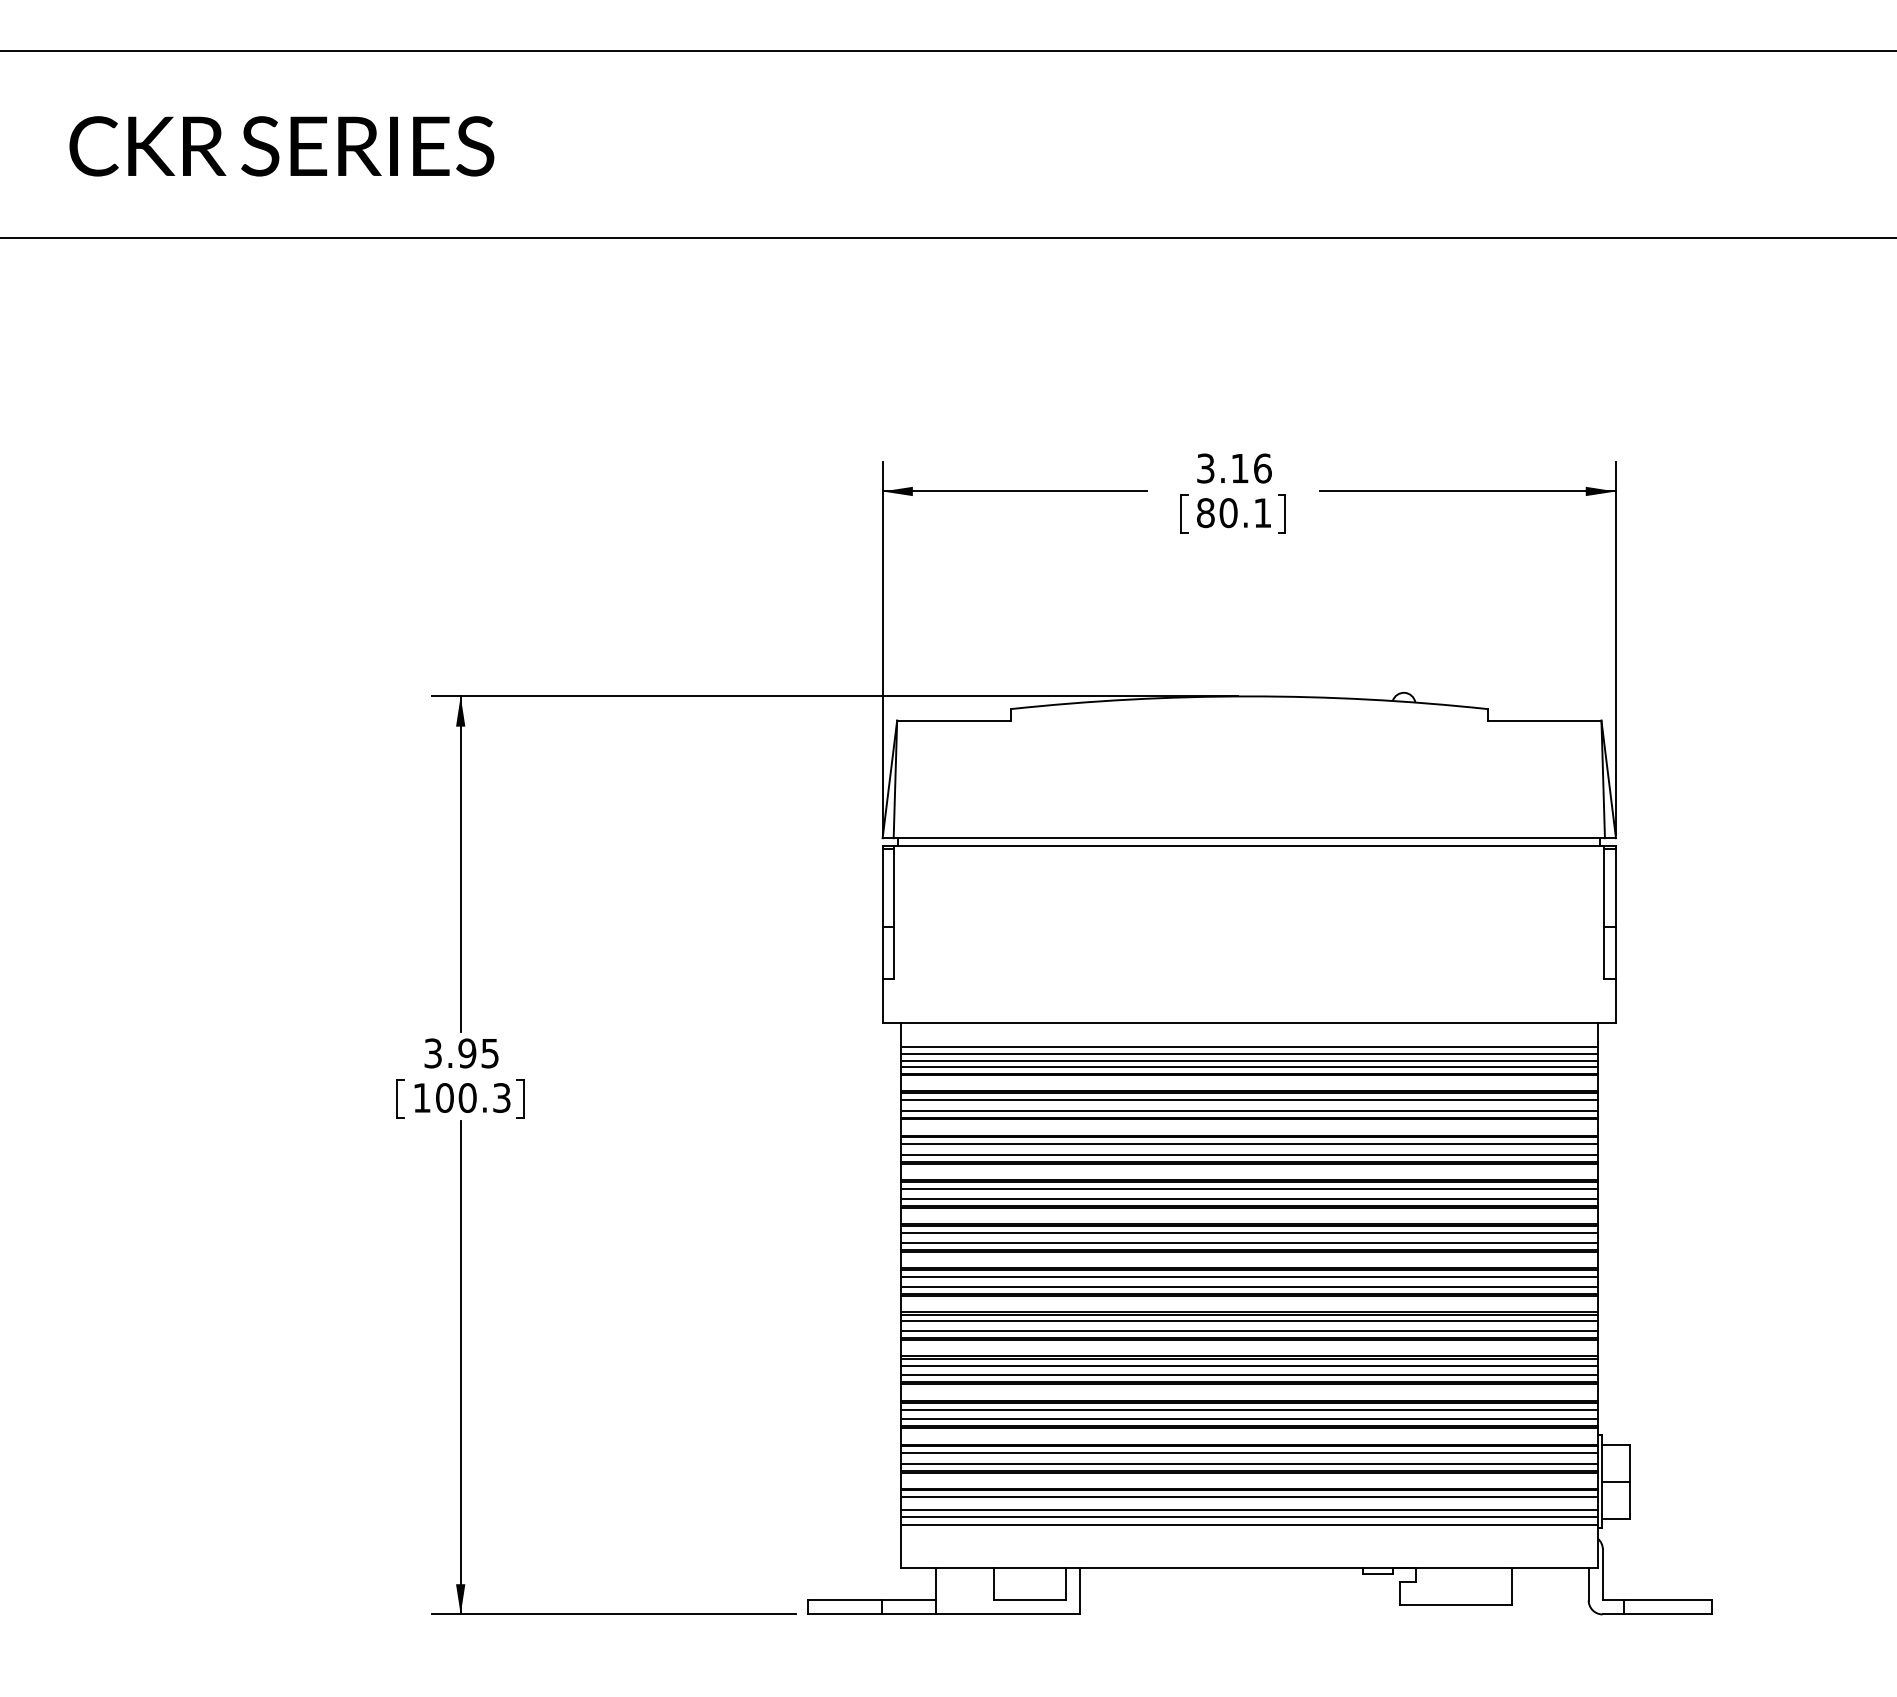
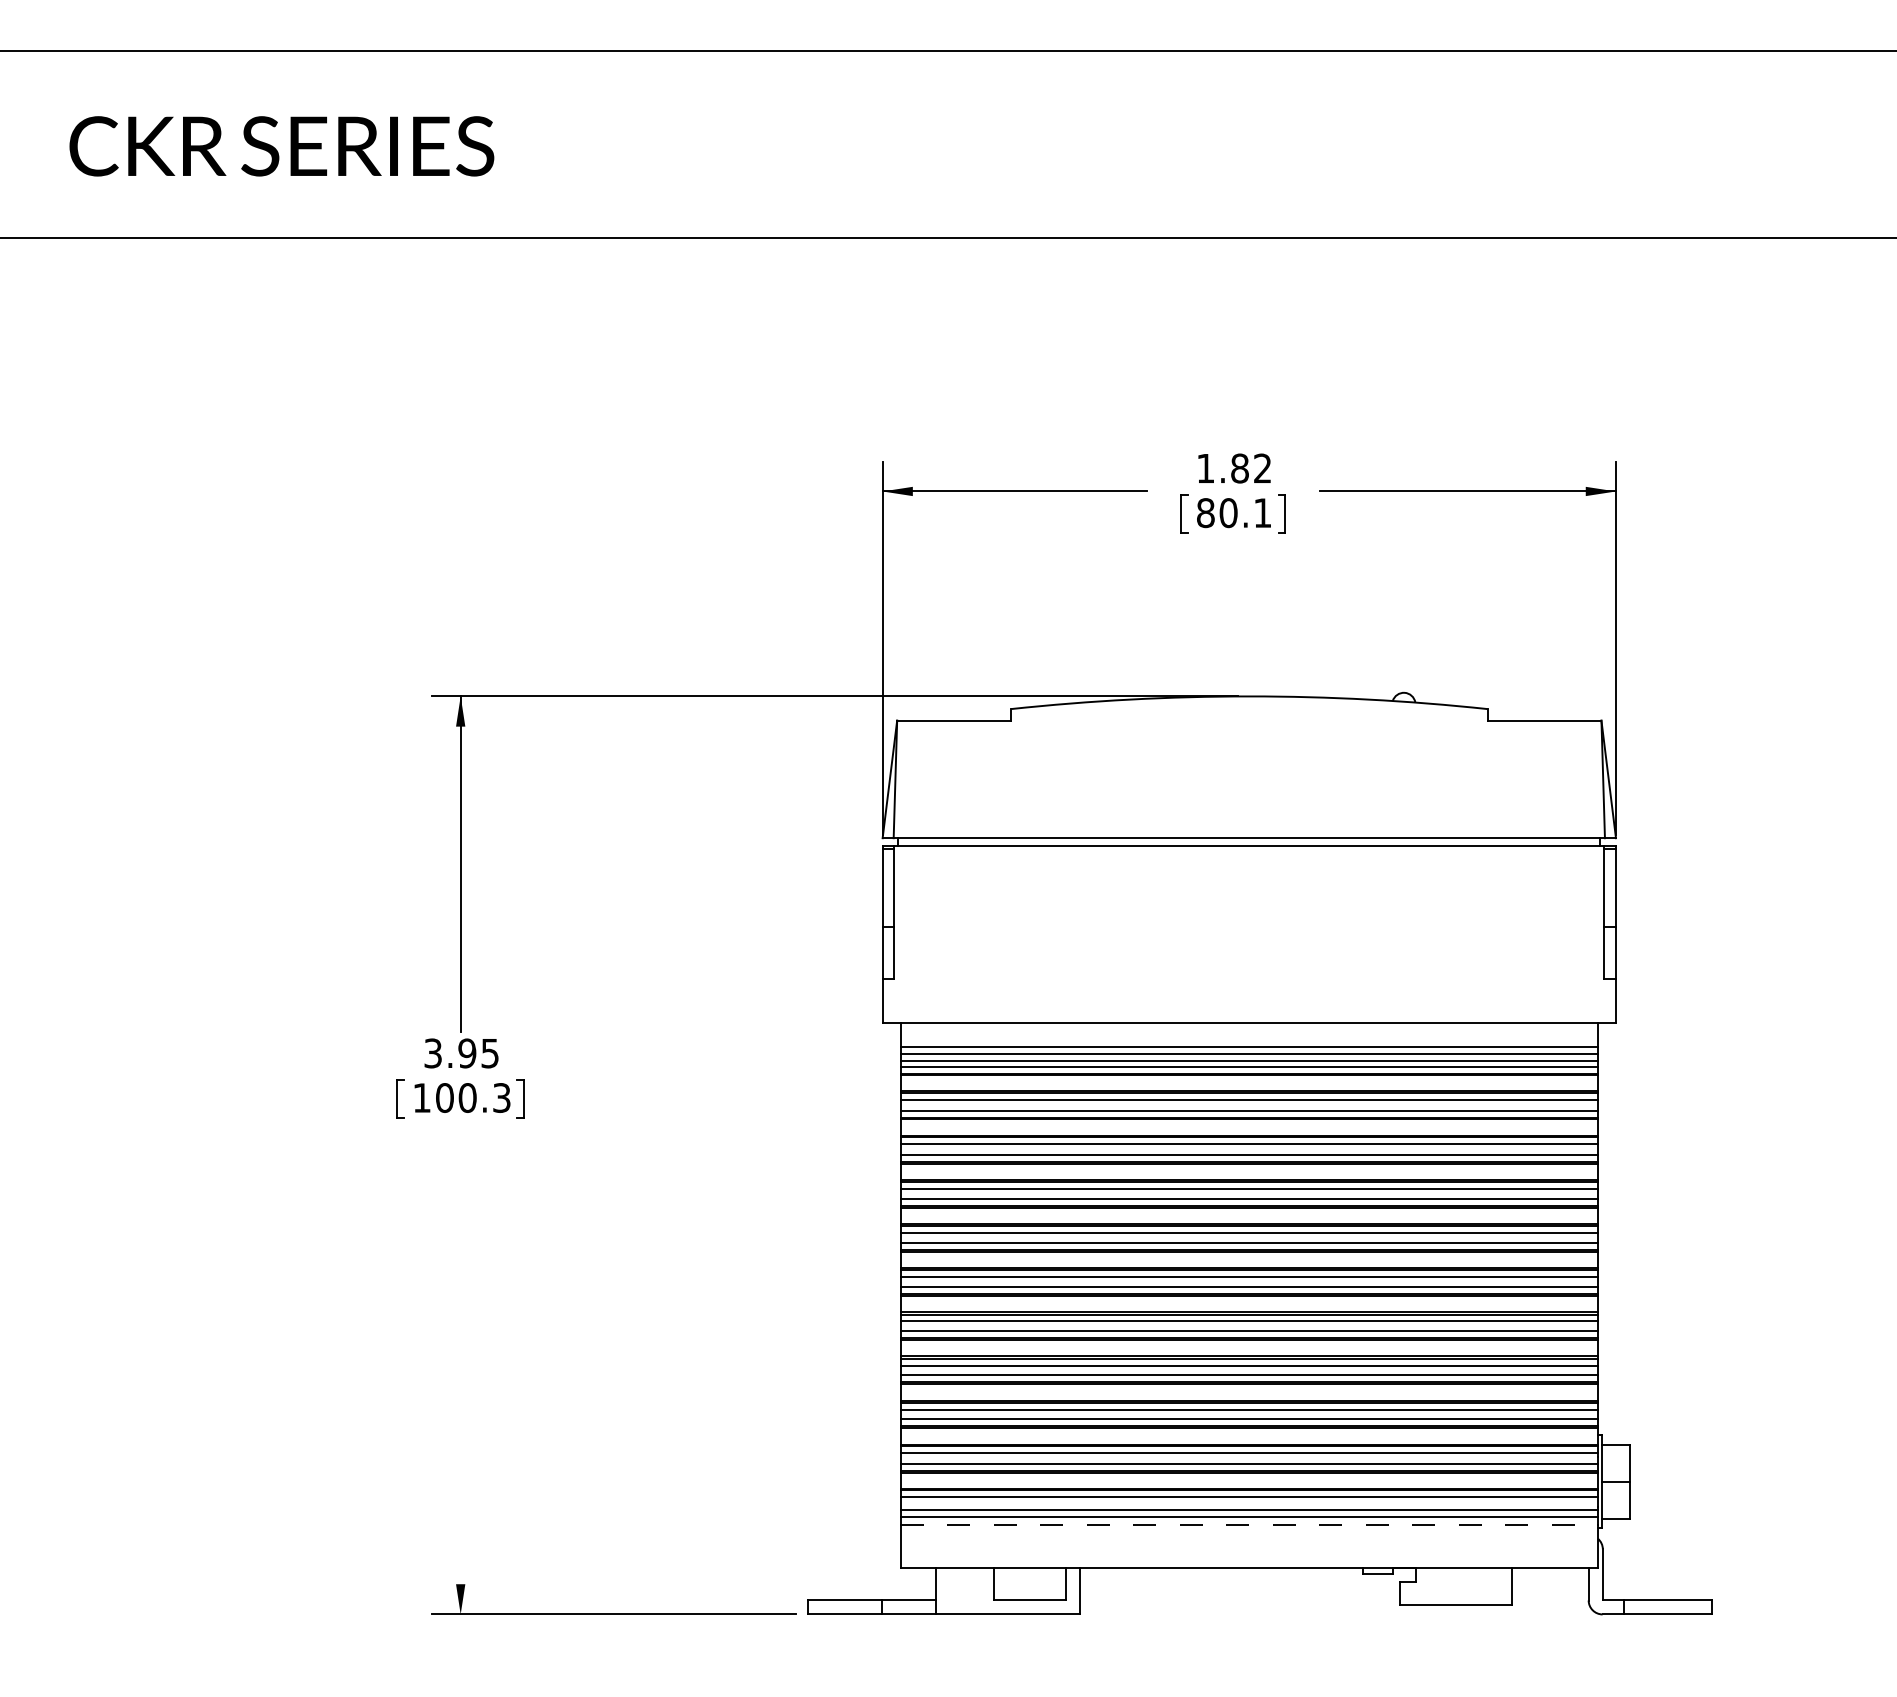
text at (1234, 468): 3.16 -> 1.82
line at (460, 1367): present -> none
line at (1249, 1524): solid -> dashed
